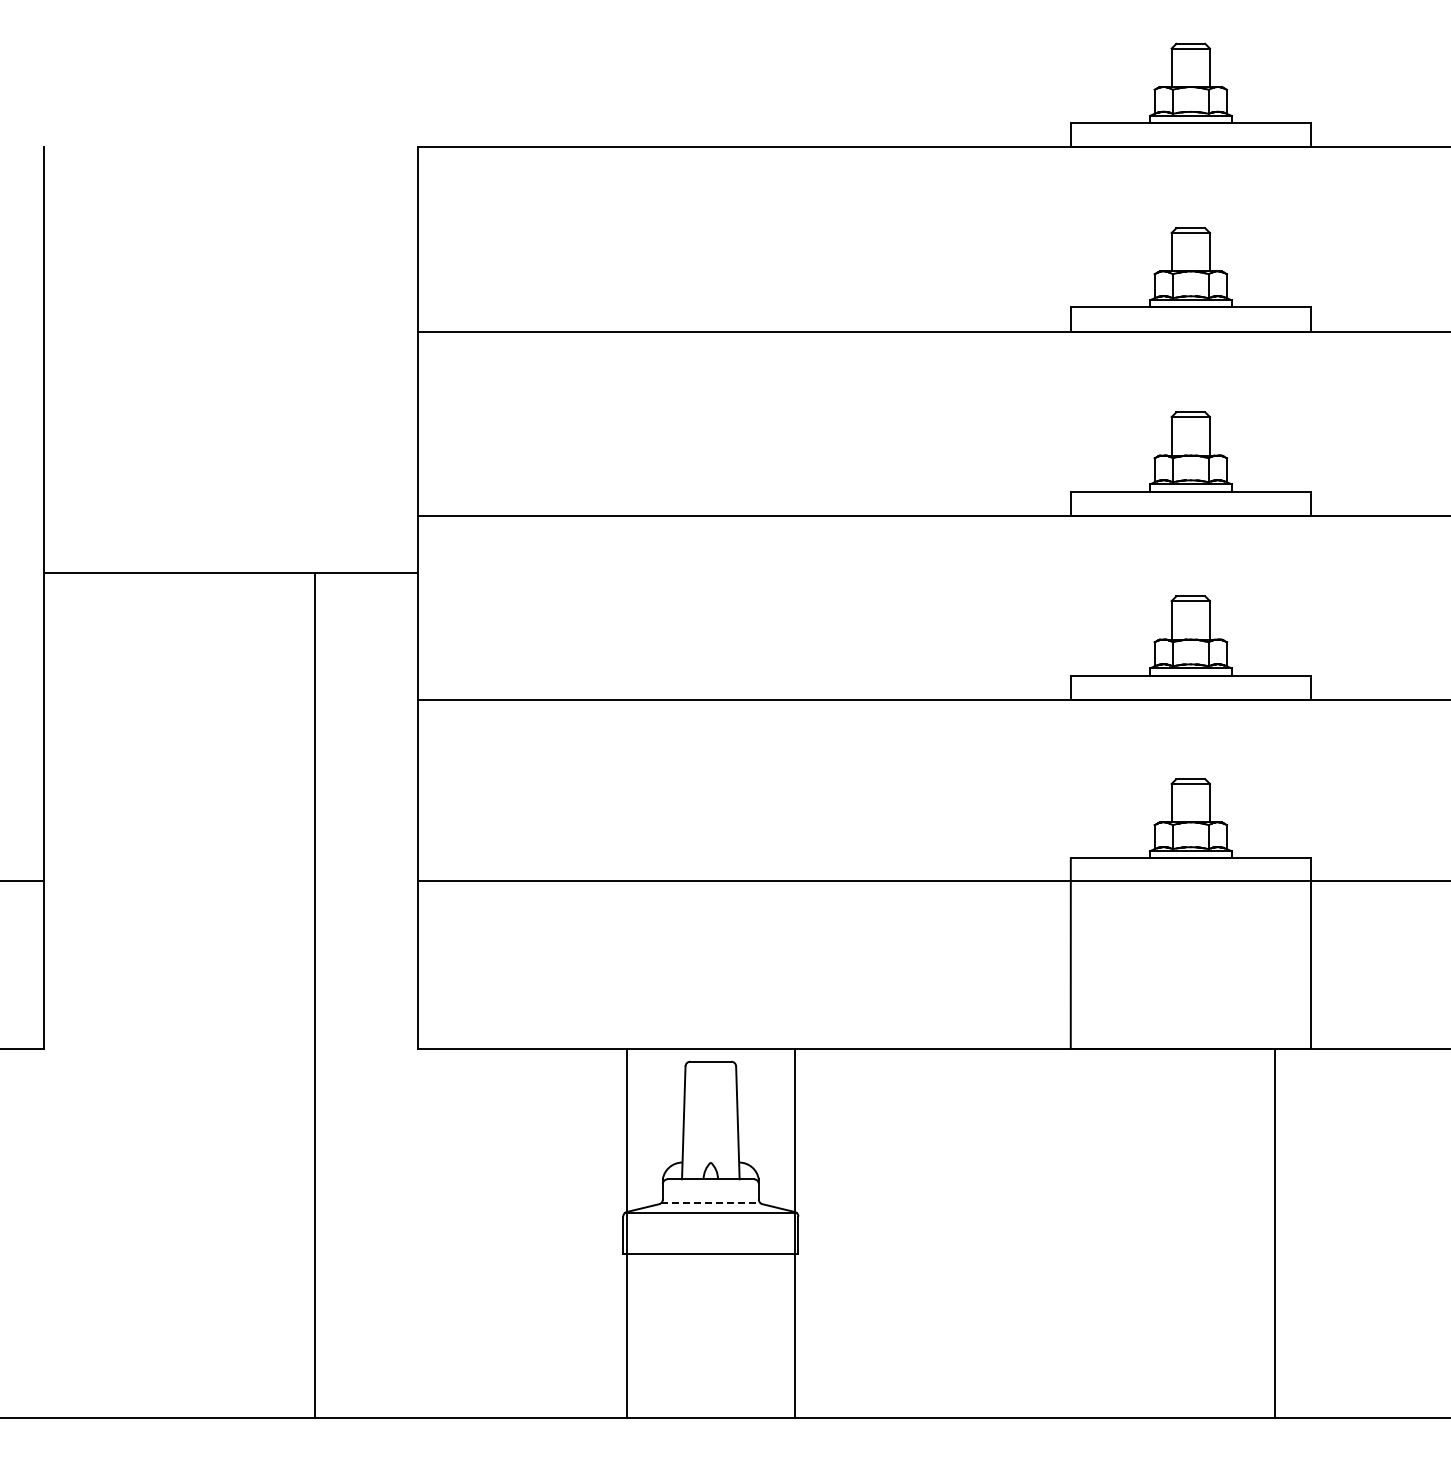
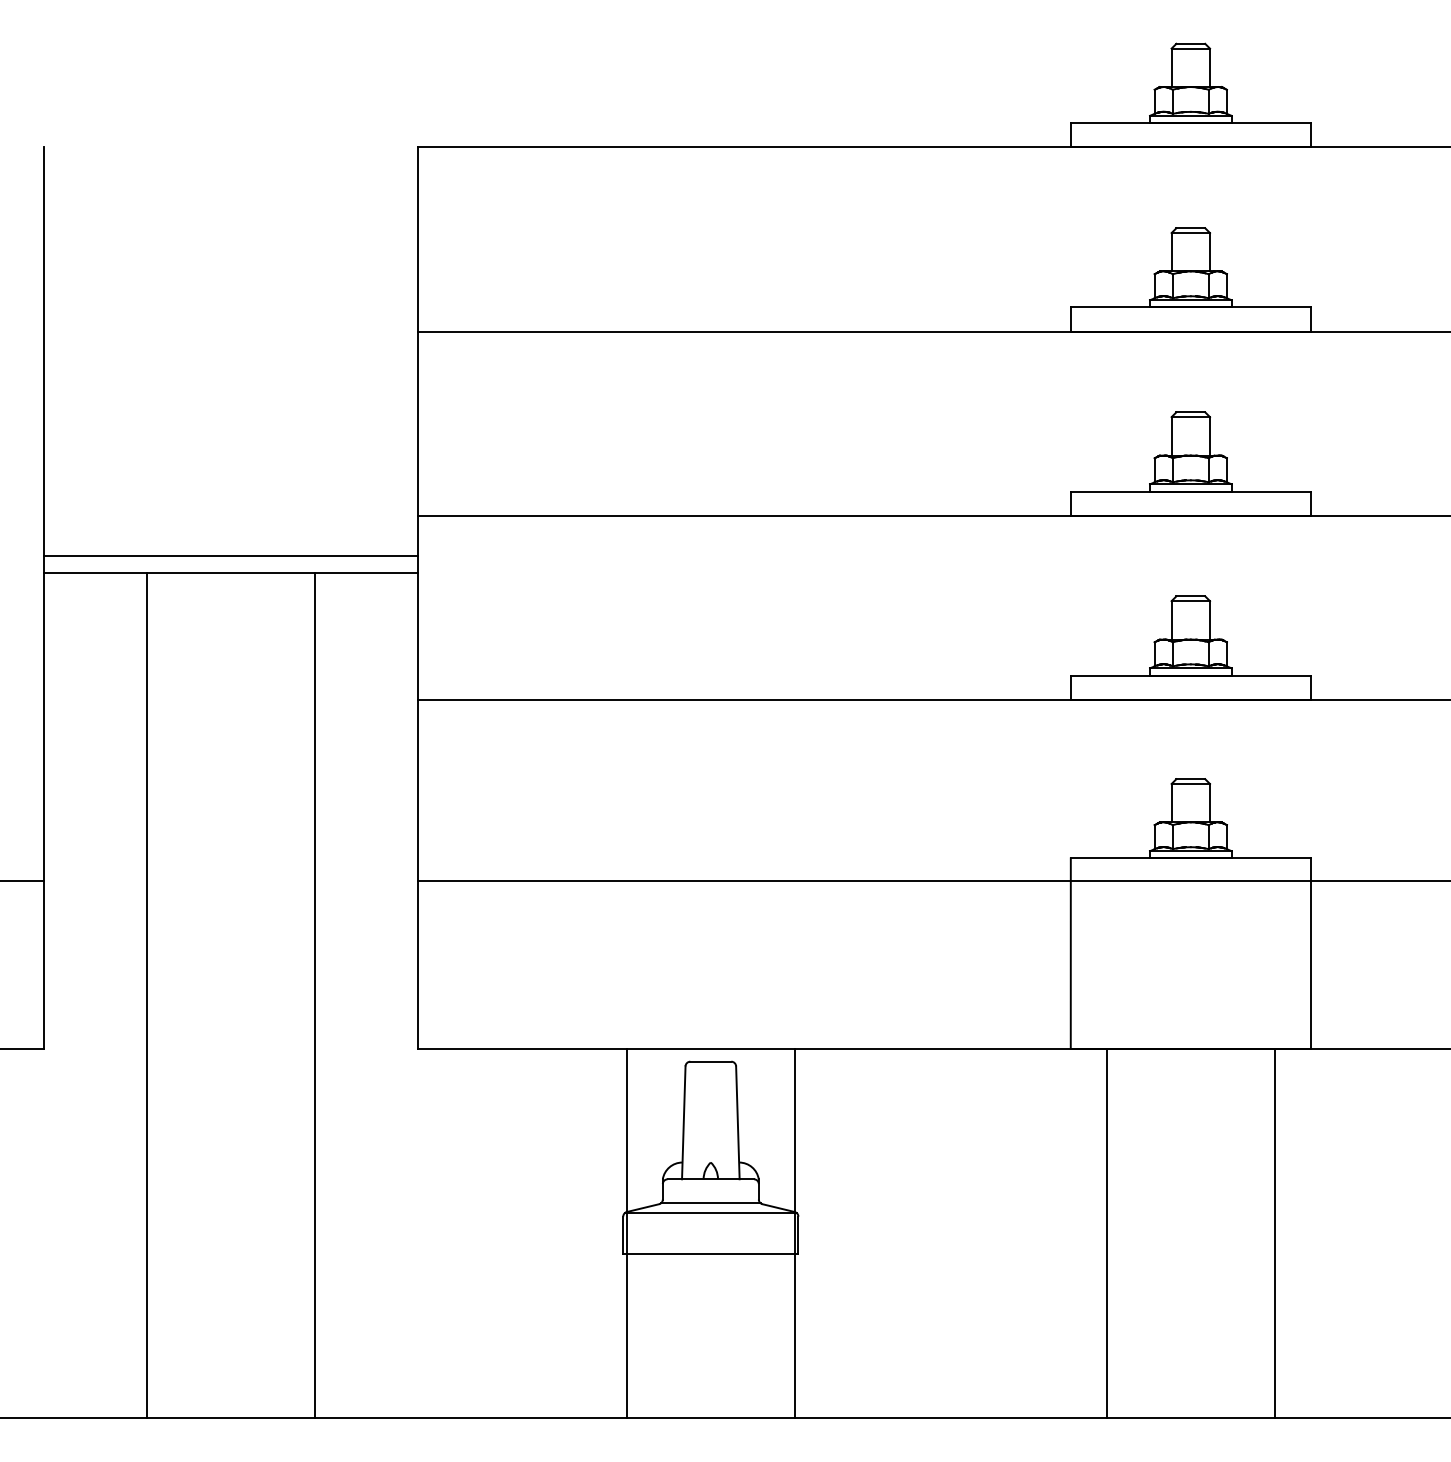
line at (230, 556): none -> present
line at (146, 995): none -> present
line at (710, 1203): dashed -> solid
line at (1106, 1233): none -> present
